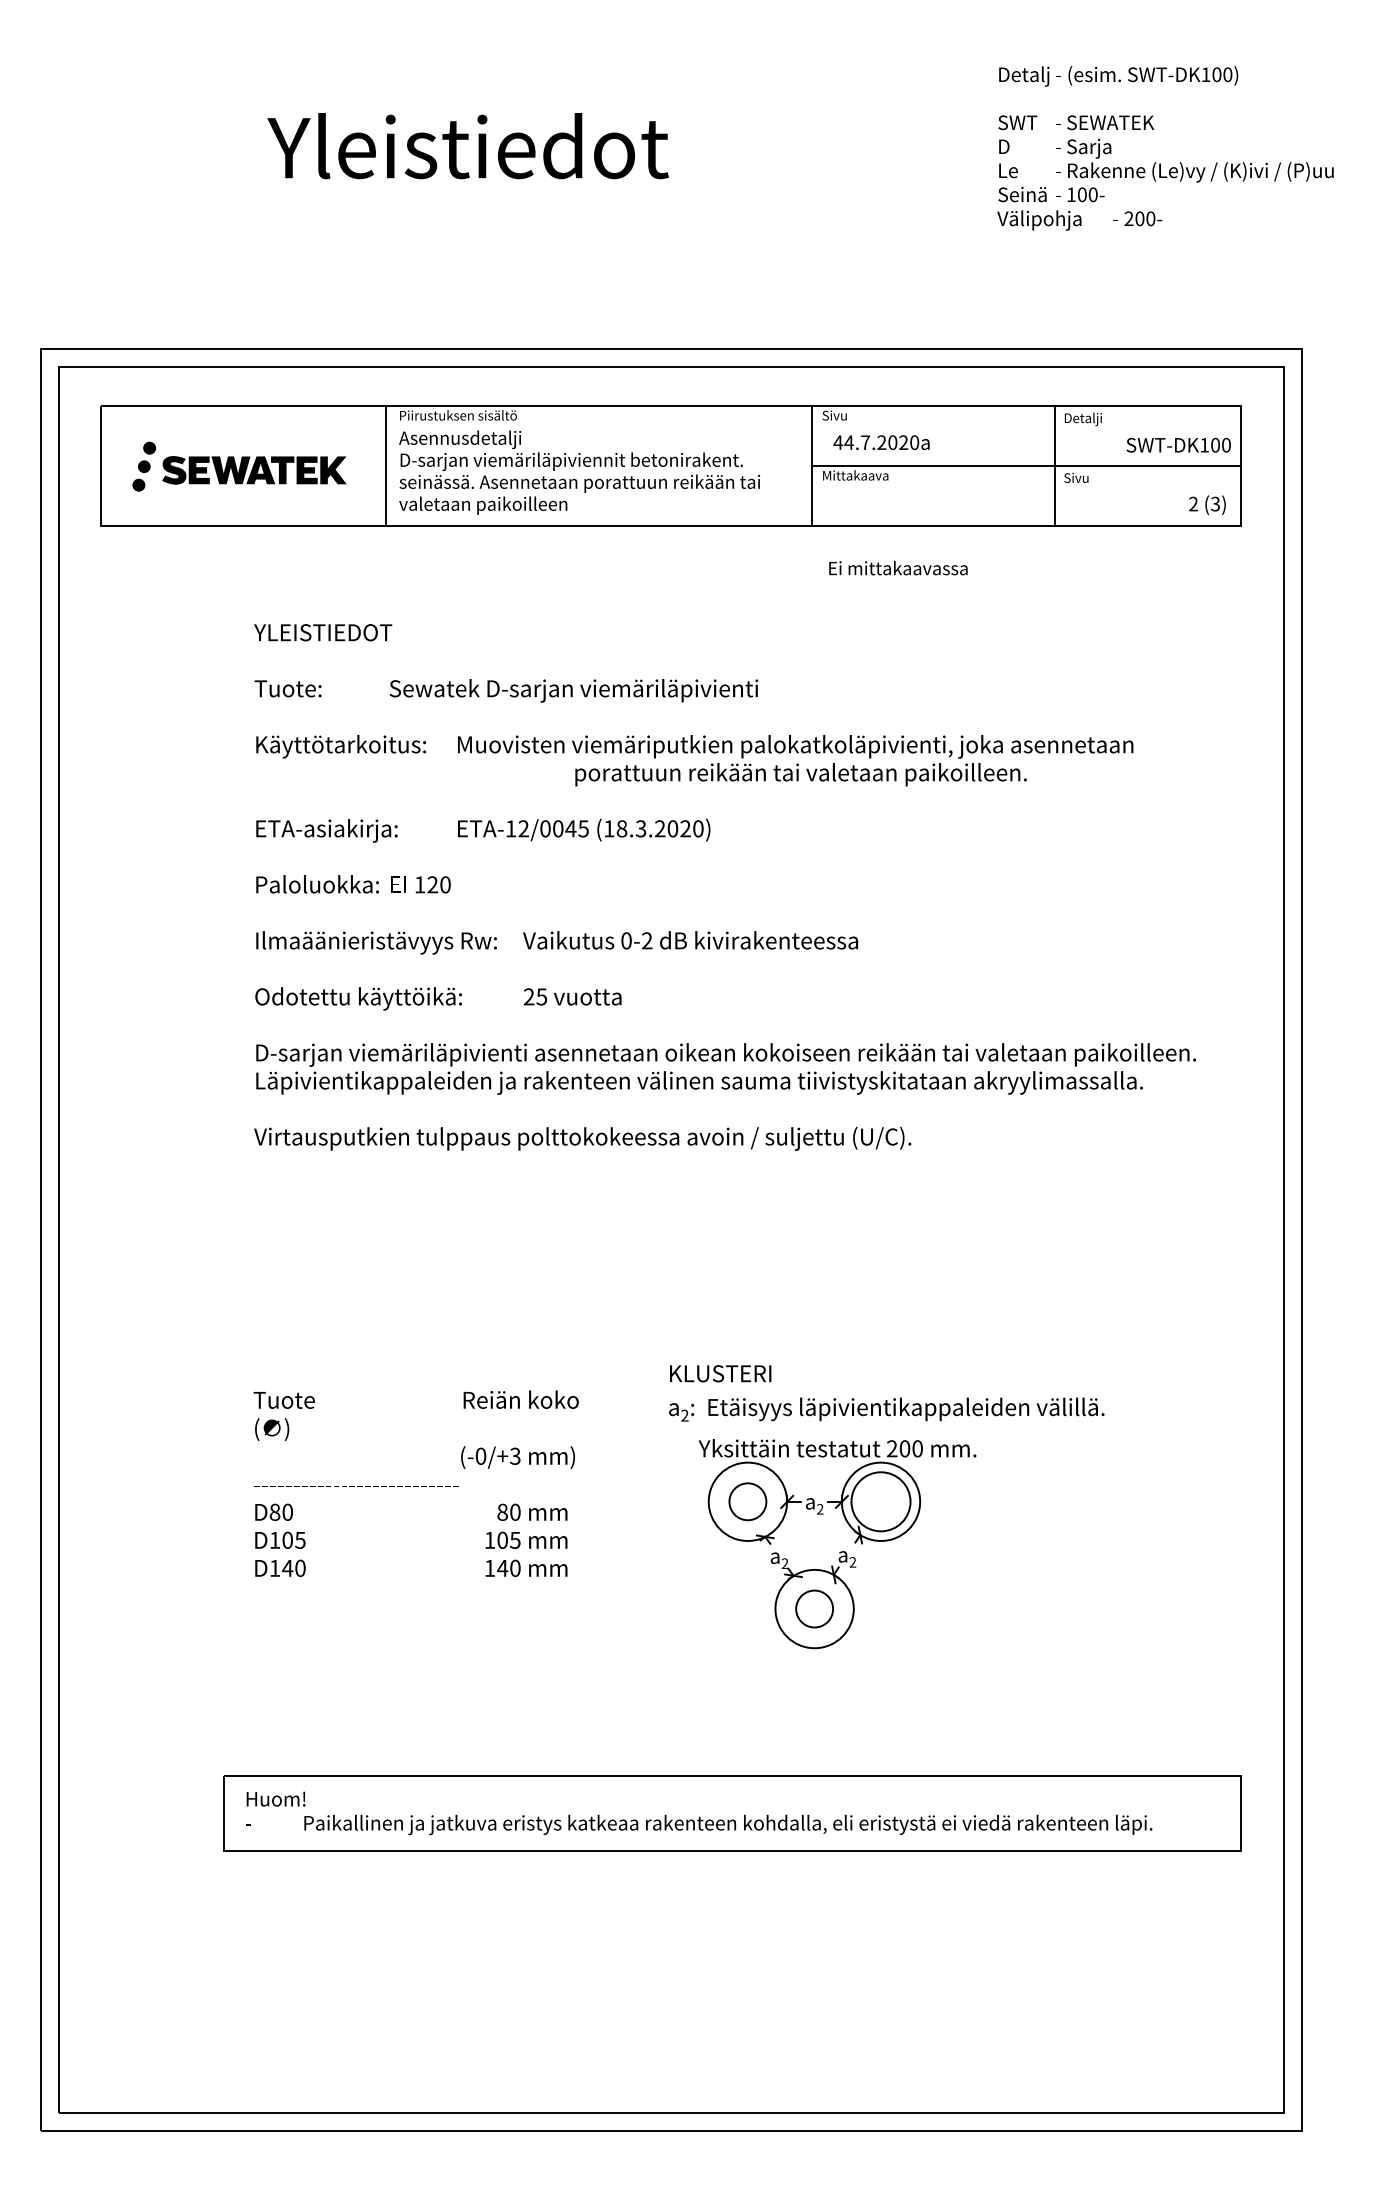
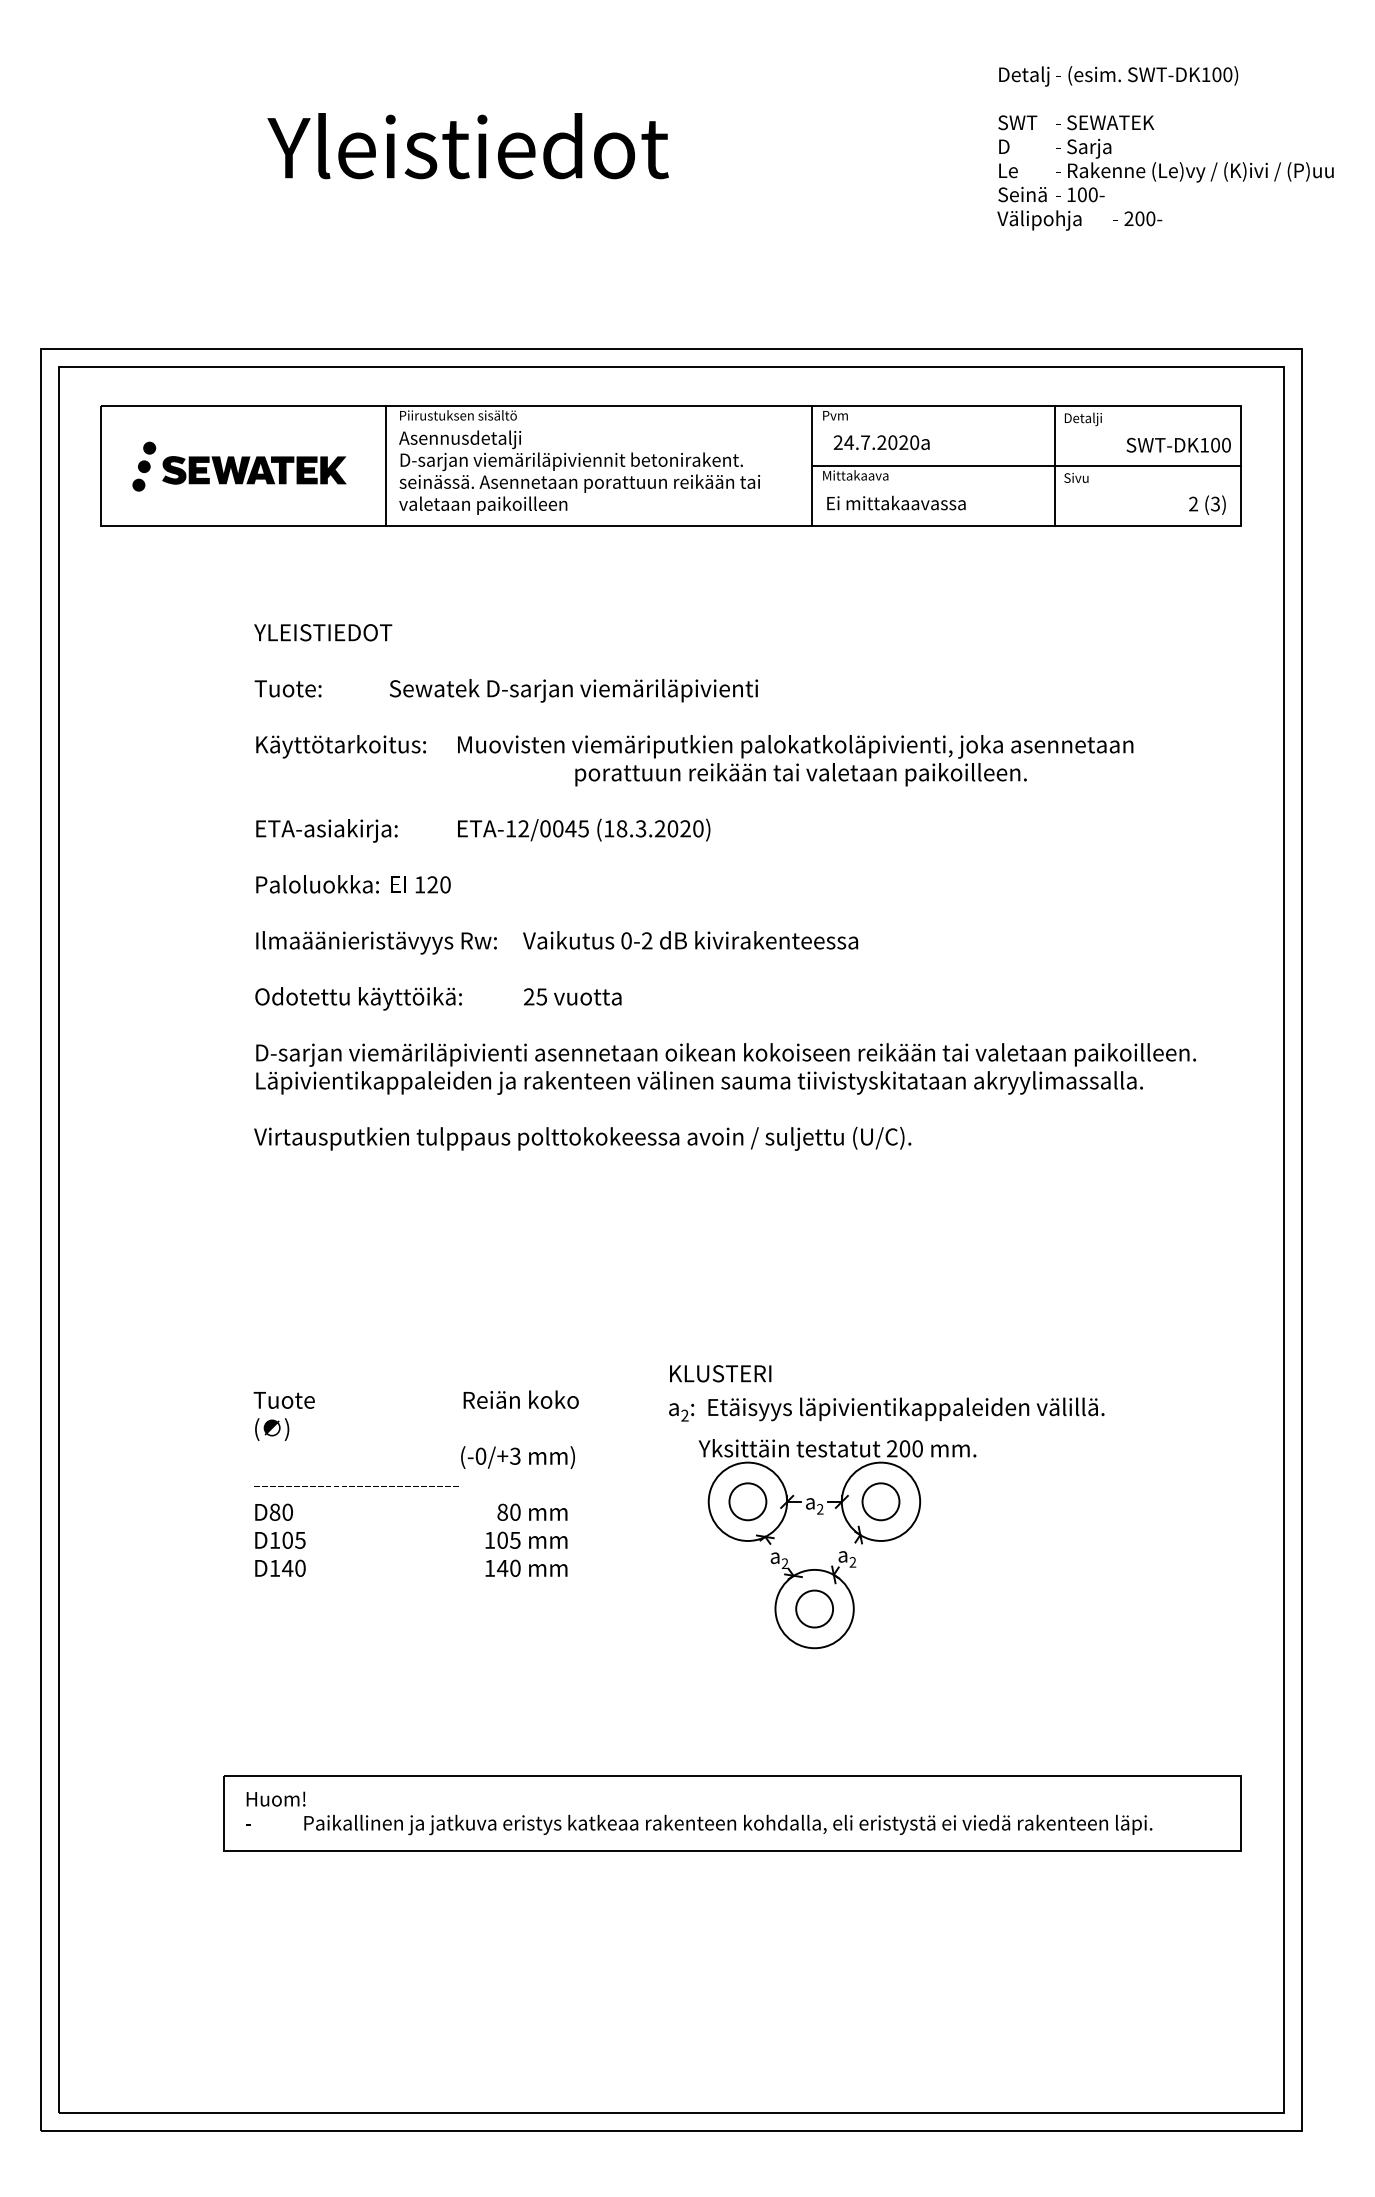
text at (834, 415): Sivu -> Pvm
text at (838, 442): 44.7.2020a -> 24.7.2020a
text at (898, 567) position: (898, 567) -> (896, 502)
circle at (880, 1501) diameter: 59 px -> 37 px
